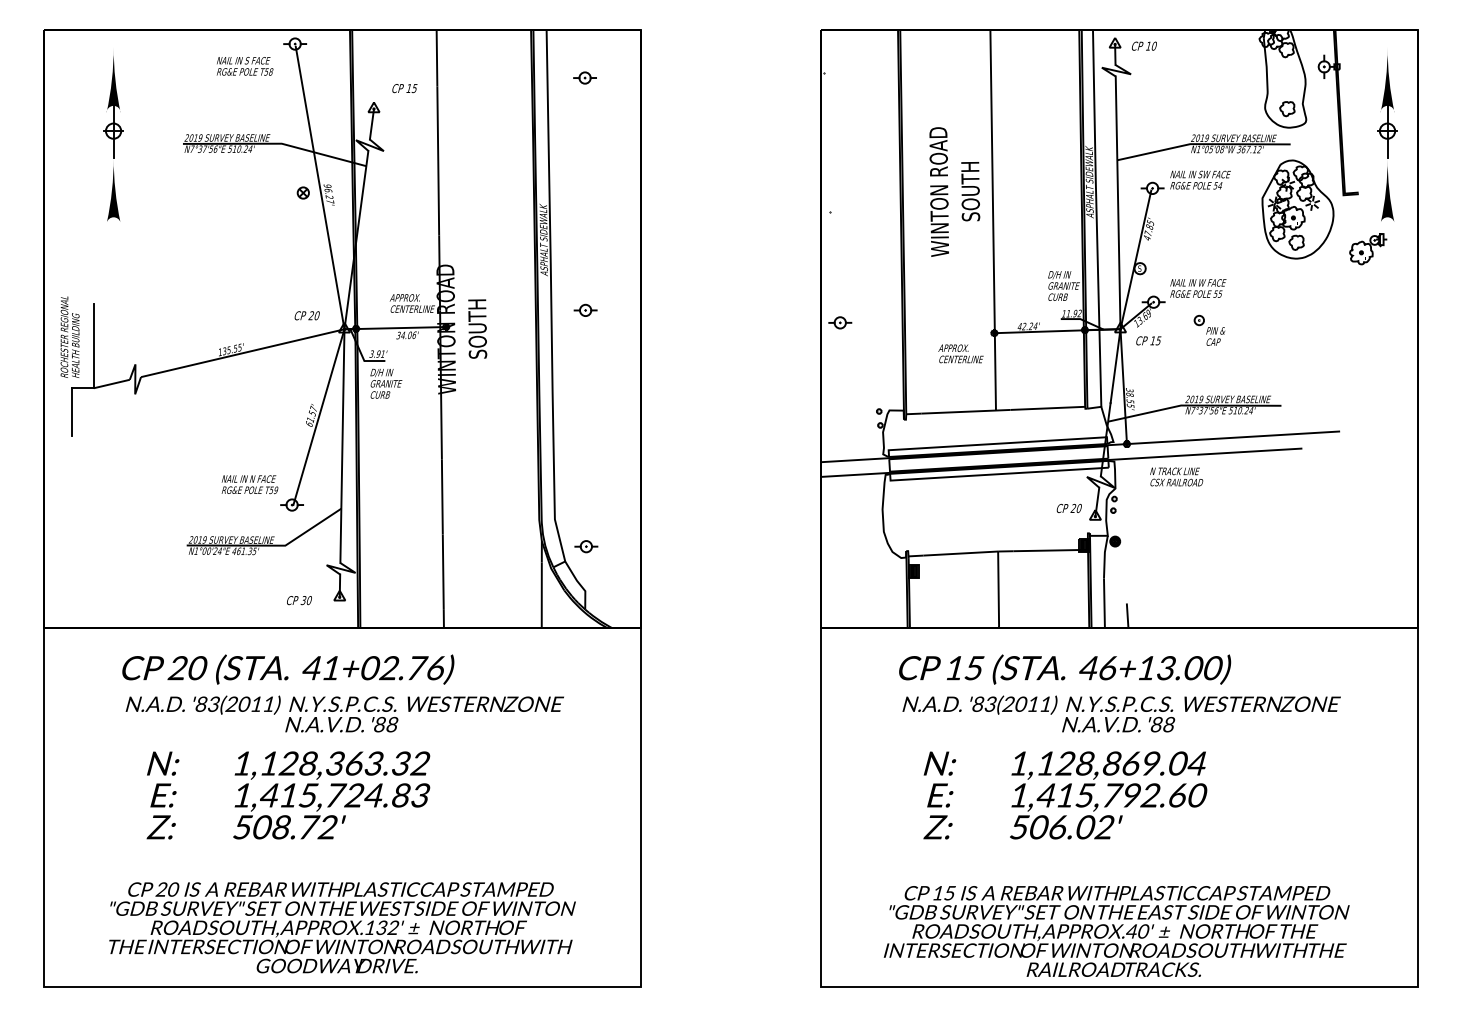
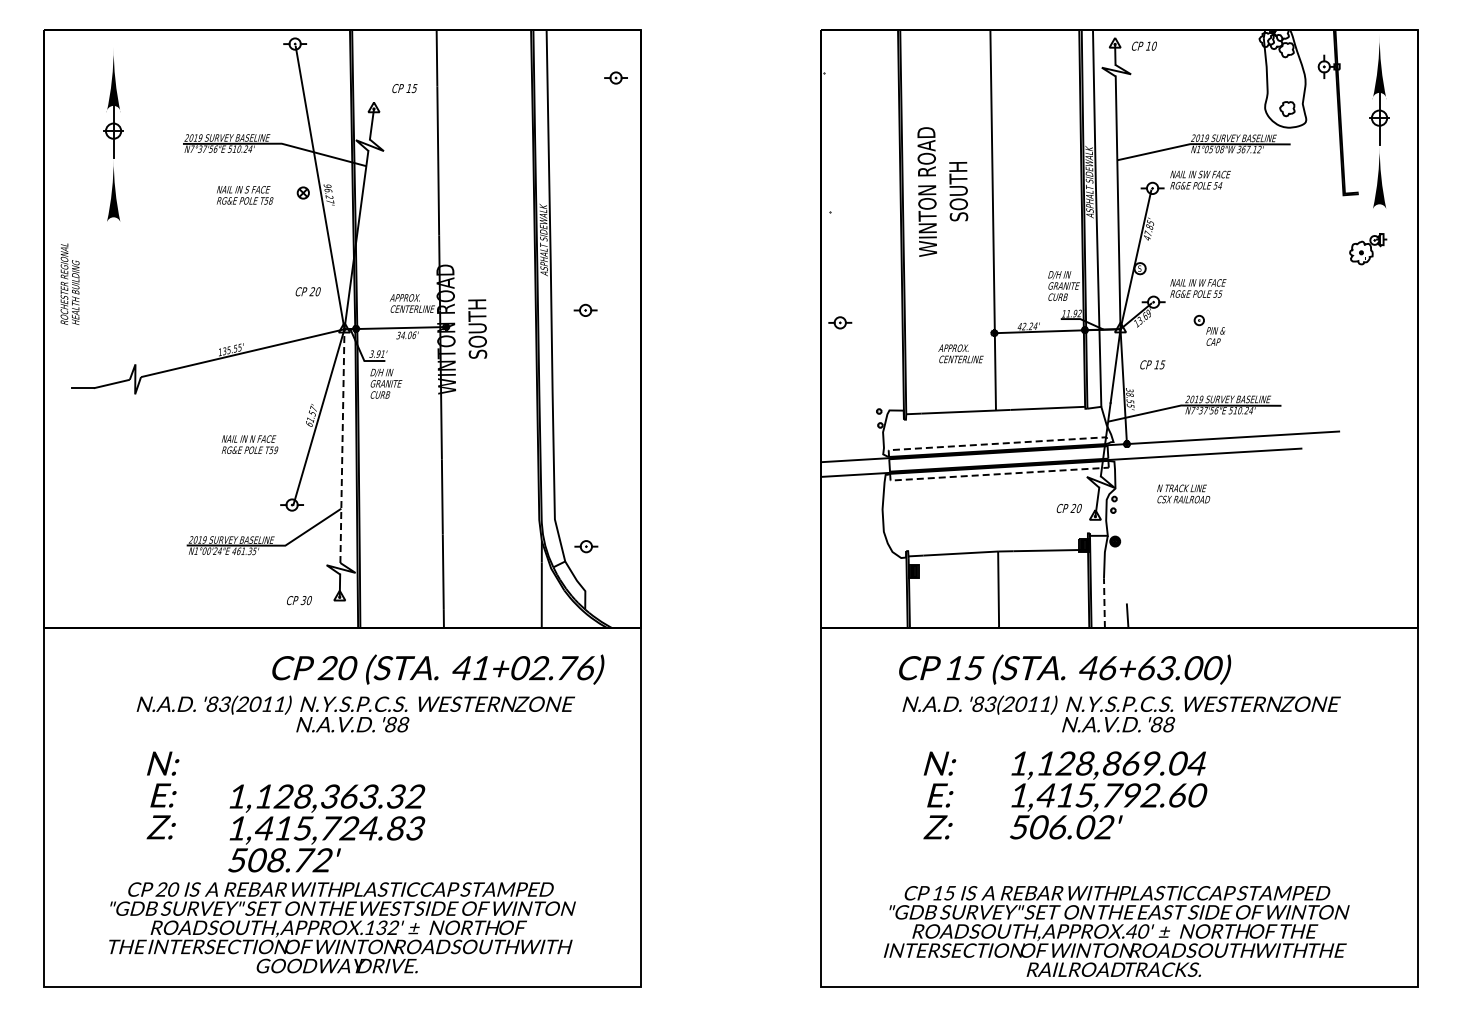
text at (244, 66) position: (244, 66) -> (244, 195)
part at (584, 77) position: (584, 77) -> (615, 77)
part at (1387, 138) position: (1387, 138) -> (1379, 125)
text at (954, 191) position: (954, 191) -> (942, 191)
part at (1297, 209): present -> none
text at (306, 315) position: (306, 315) -> (307, 291)
text at (69, 336) position: (69, 336) -> (69, 283)
text at (1148, 340) position: (1148, 340) -> (1152, 364)
line at (93, 346): present -> none
line at (71, 412): present -> none
line at (998, 443): solid -> dashed
line at (342, 446): solid -> dashed
line at (996, 474): solid -> dashed
text at (1176, 476) position: (1176, 476) -> (1183, 493)
text at (249, 484) position: (249, 484) -> (249, 444)
line at (1104, 603): solid -> dashed
text at (1146, 668): 46+13.00) -> 46+63.00)
text at (288, 669) position: (288, 669) -> (438, 669)
text at (344, 713) position: (344, 713) -> (355, 713)
text at (331, 795) position: (331, 795) -> (326, 828)
